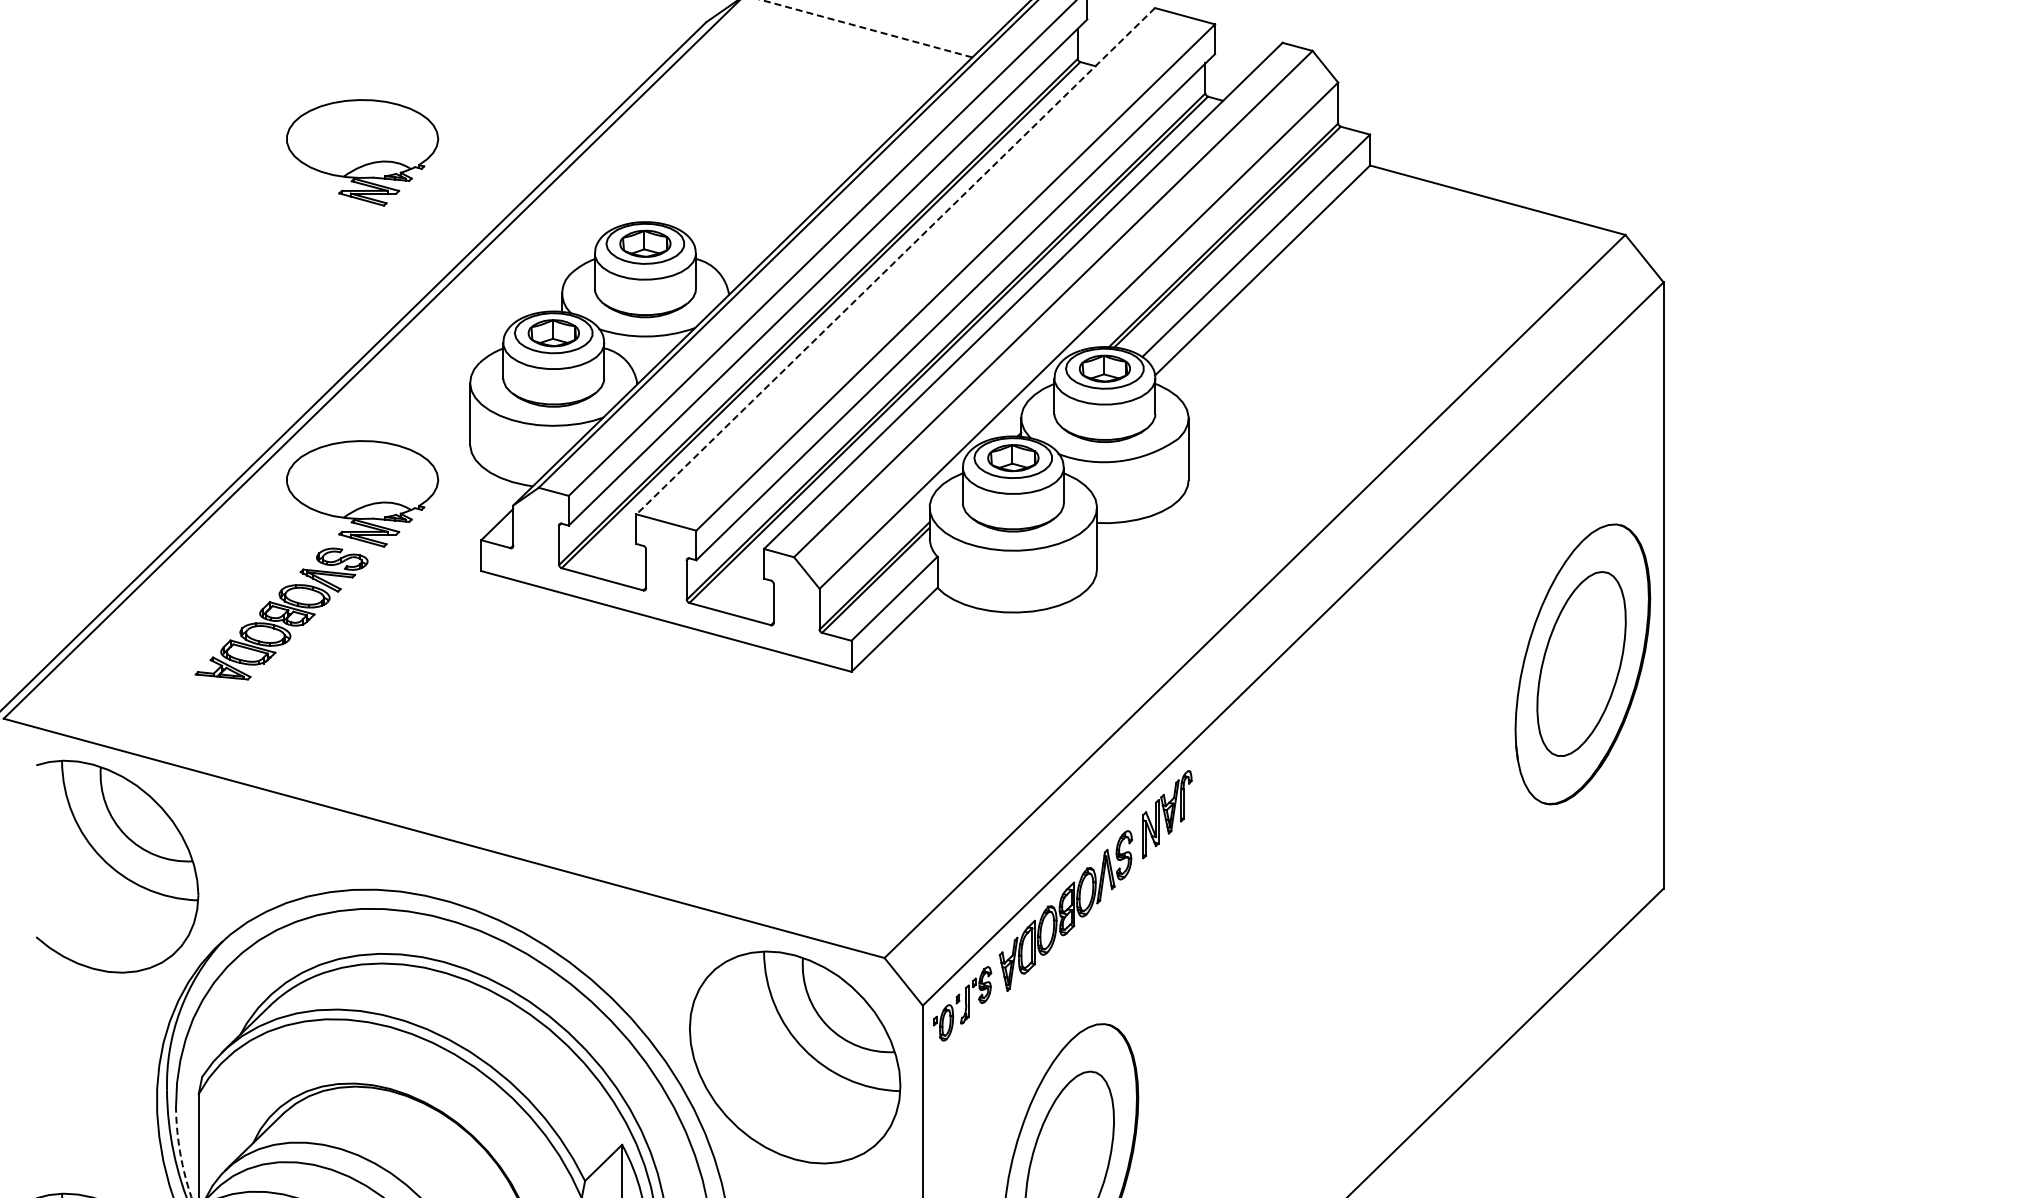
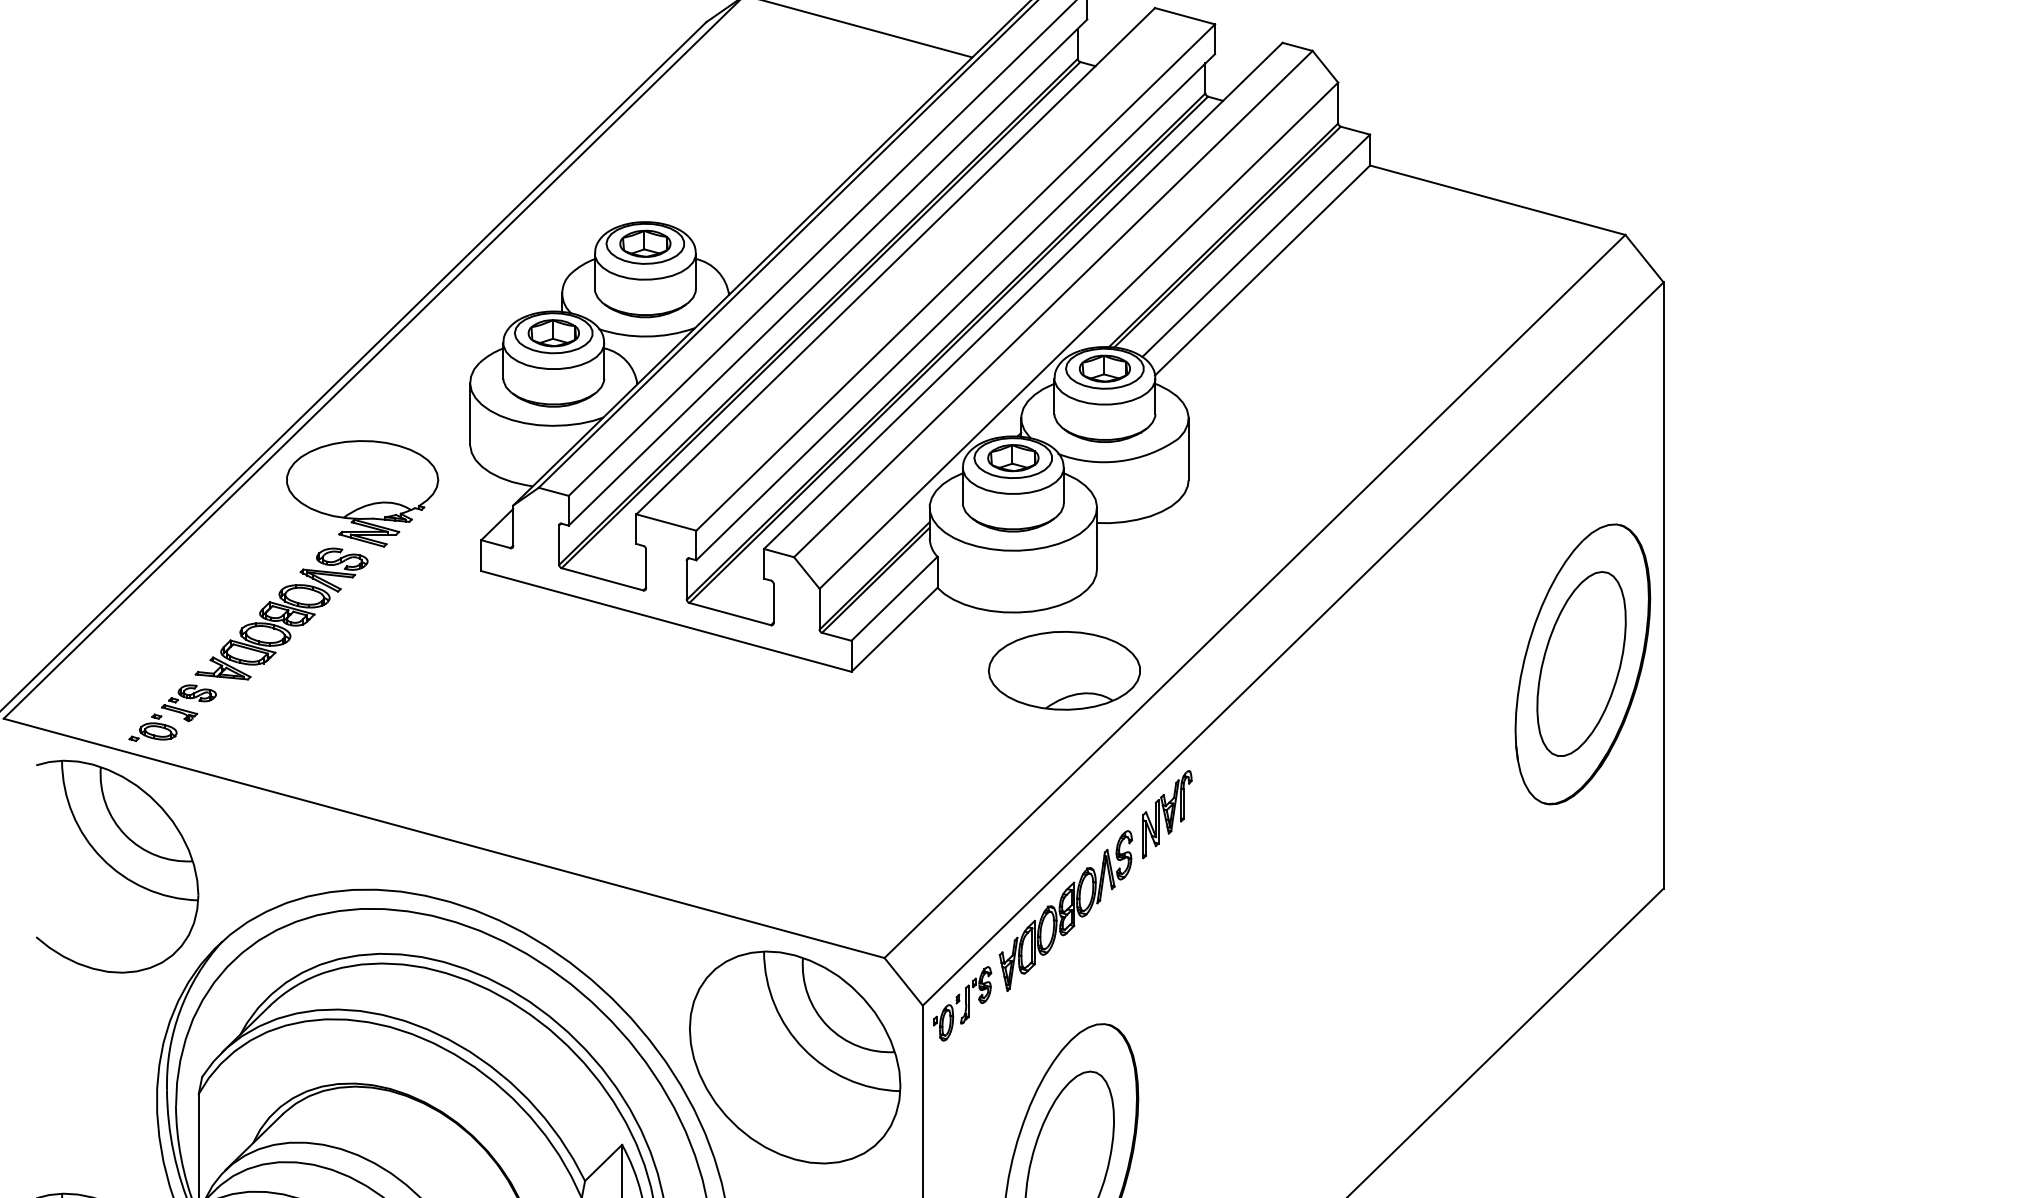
line at (867, 28): dashed -> solid
part at (362, 152): present -> none
line at (895, 261): dashed -> solid
part at (1063, 670): none -> present
part at (172, 712): none -> present
arc at (180, 1152): dashed -> solid
